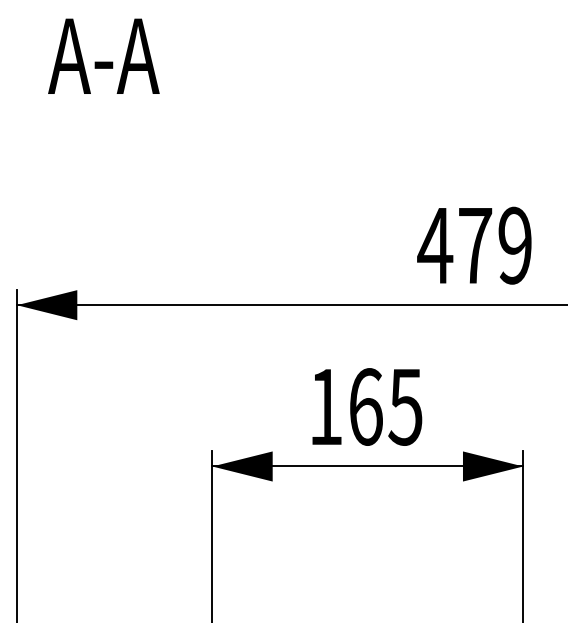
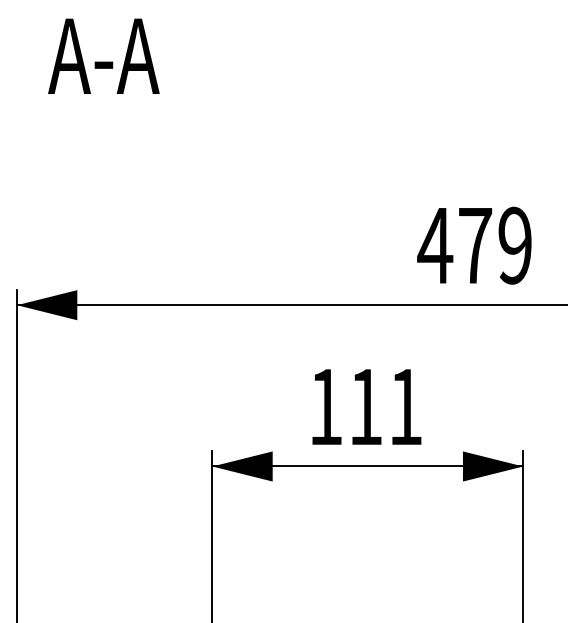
text at (386, 406): 165 -> 111
